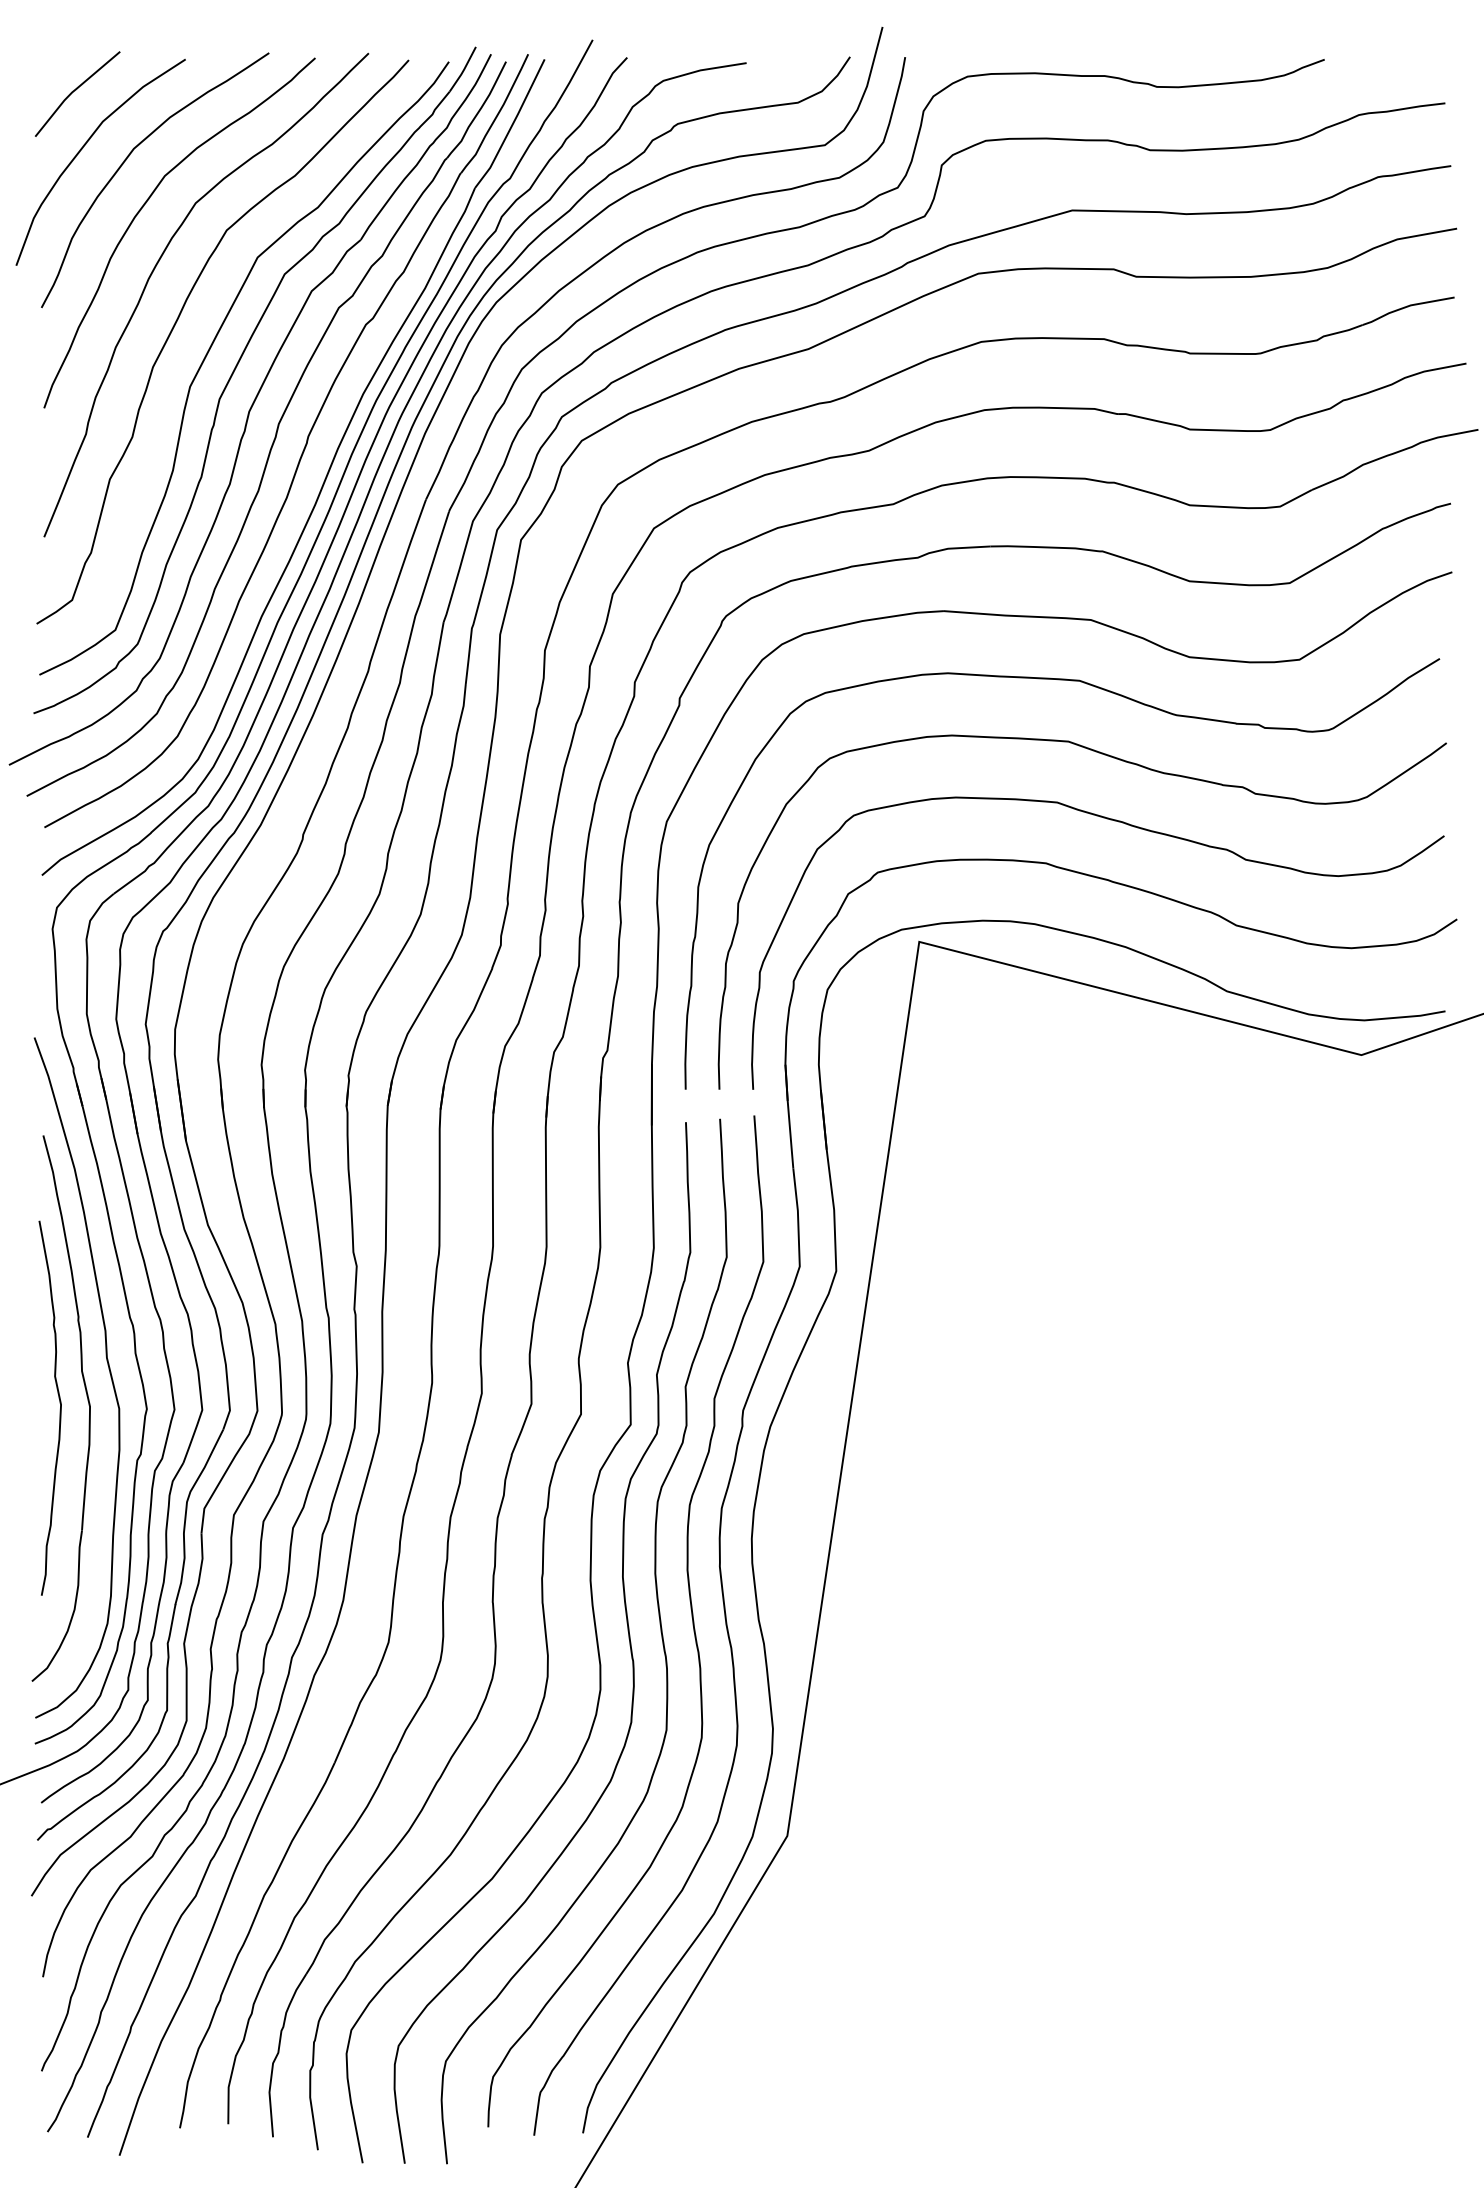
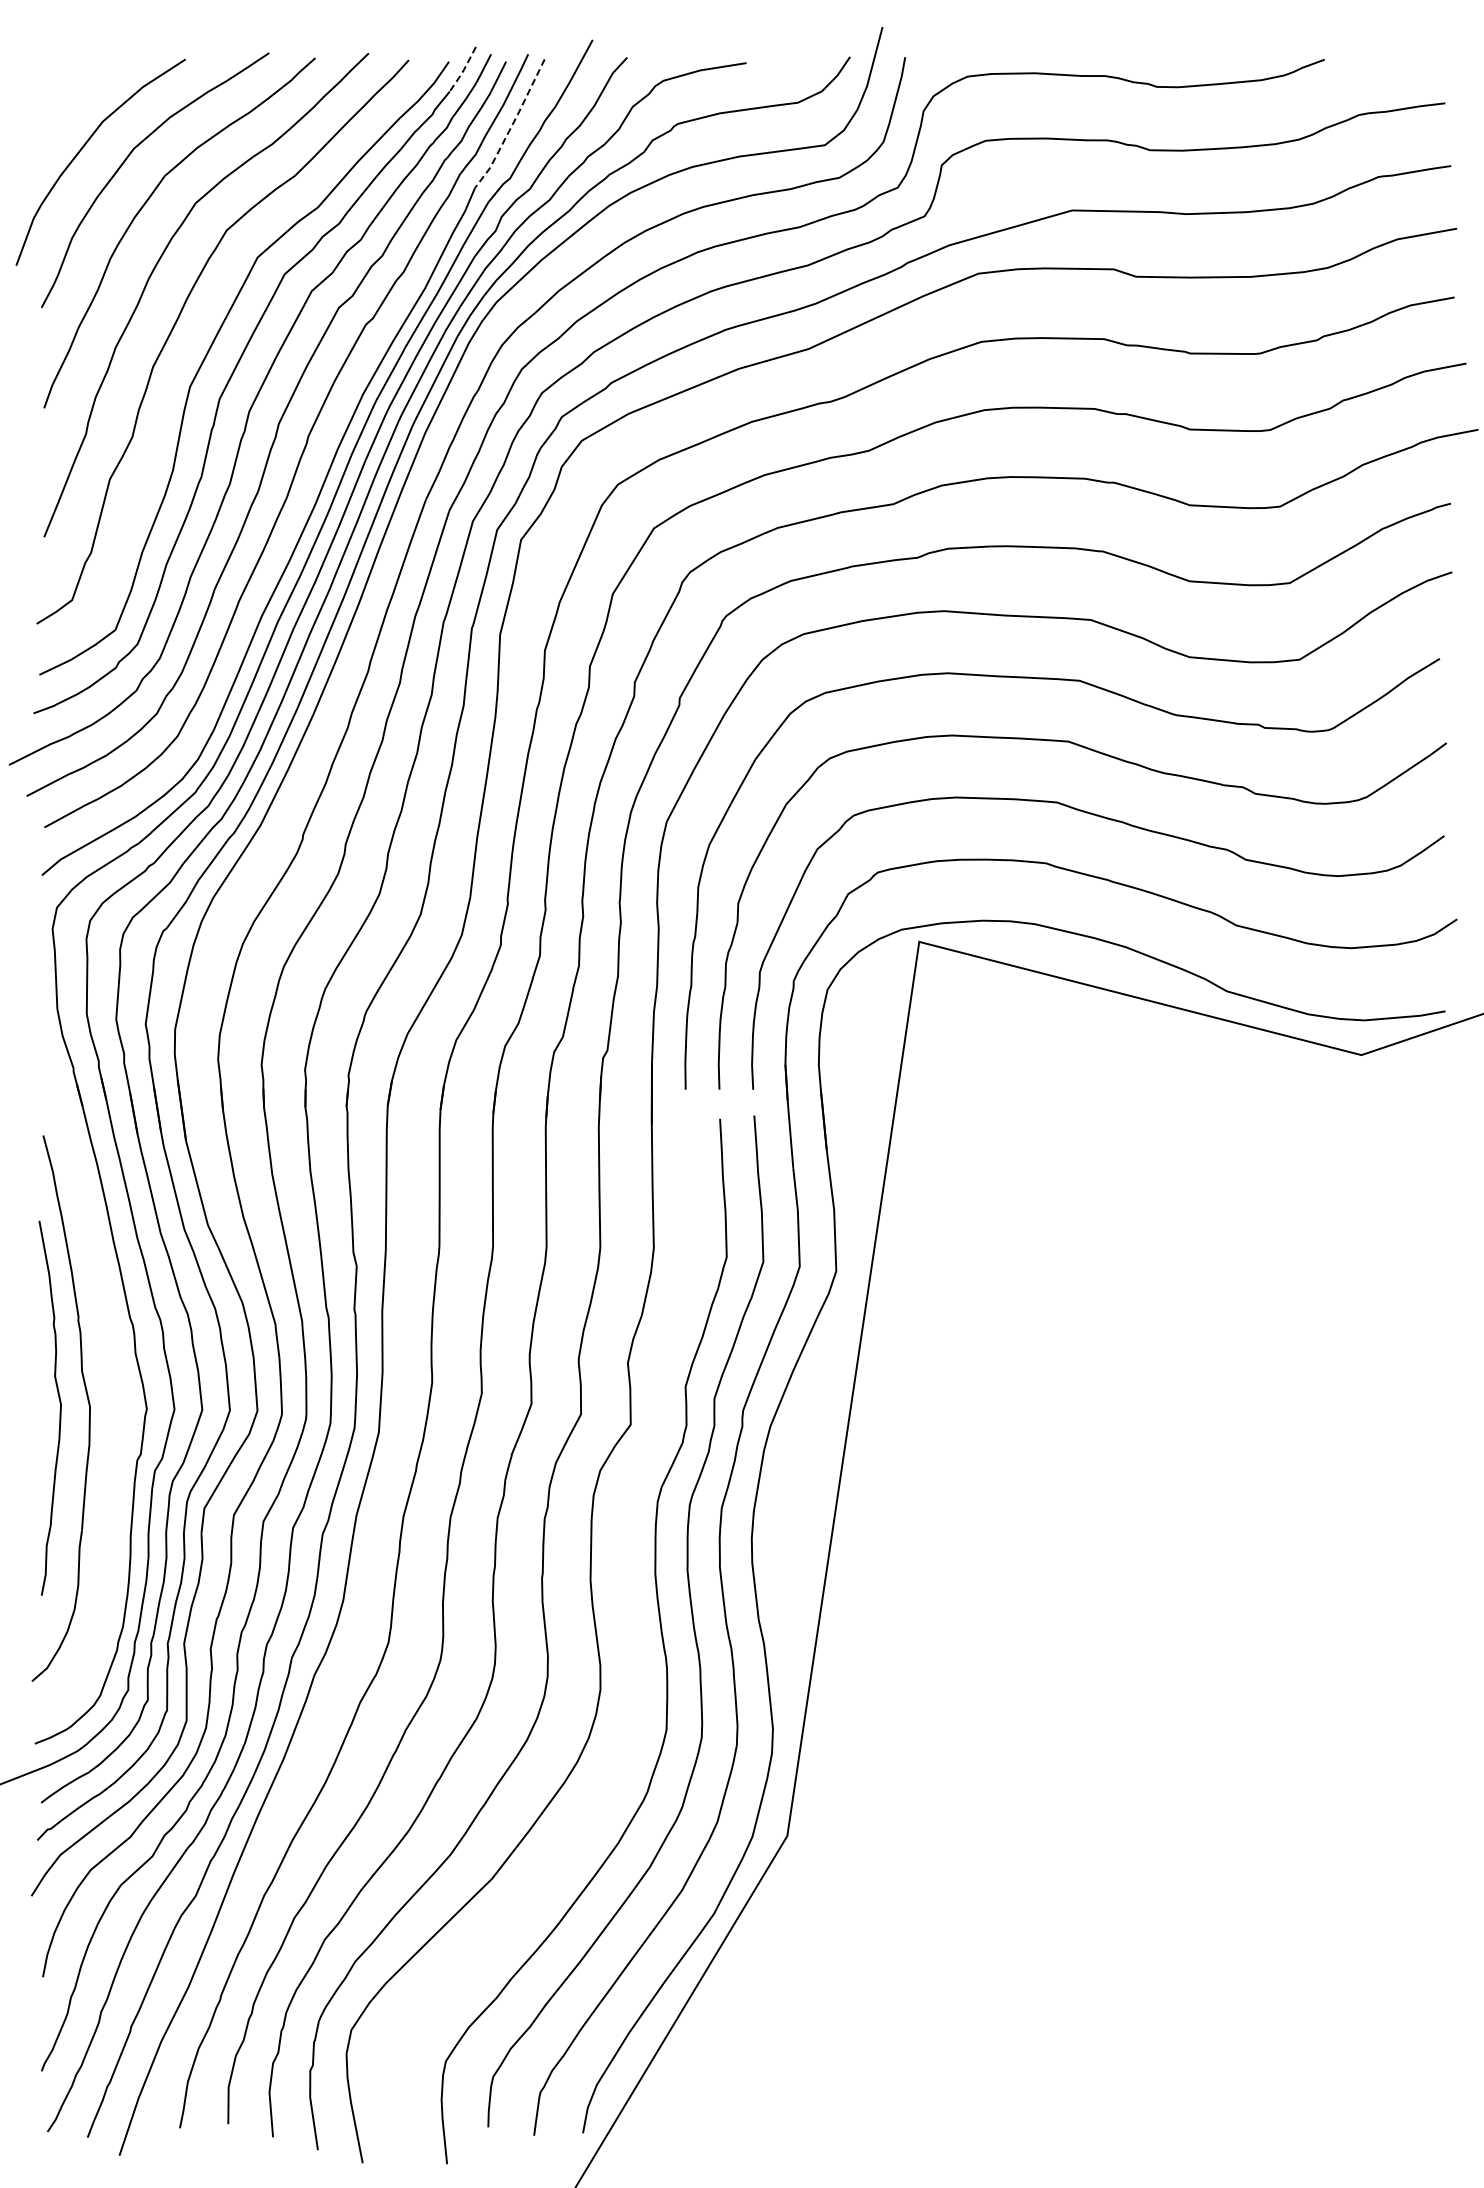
line at (463, 69): solid -> dashed
line at (76, 90): present -> none
line at (512, 125): solid -> dashed
curve at (108, 1369): present -> none
curve at (627, 1631): present -> none
